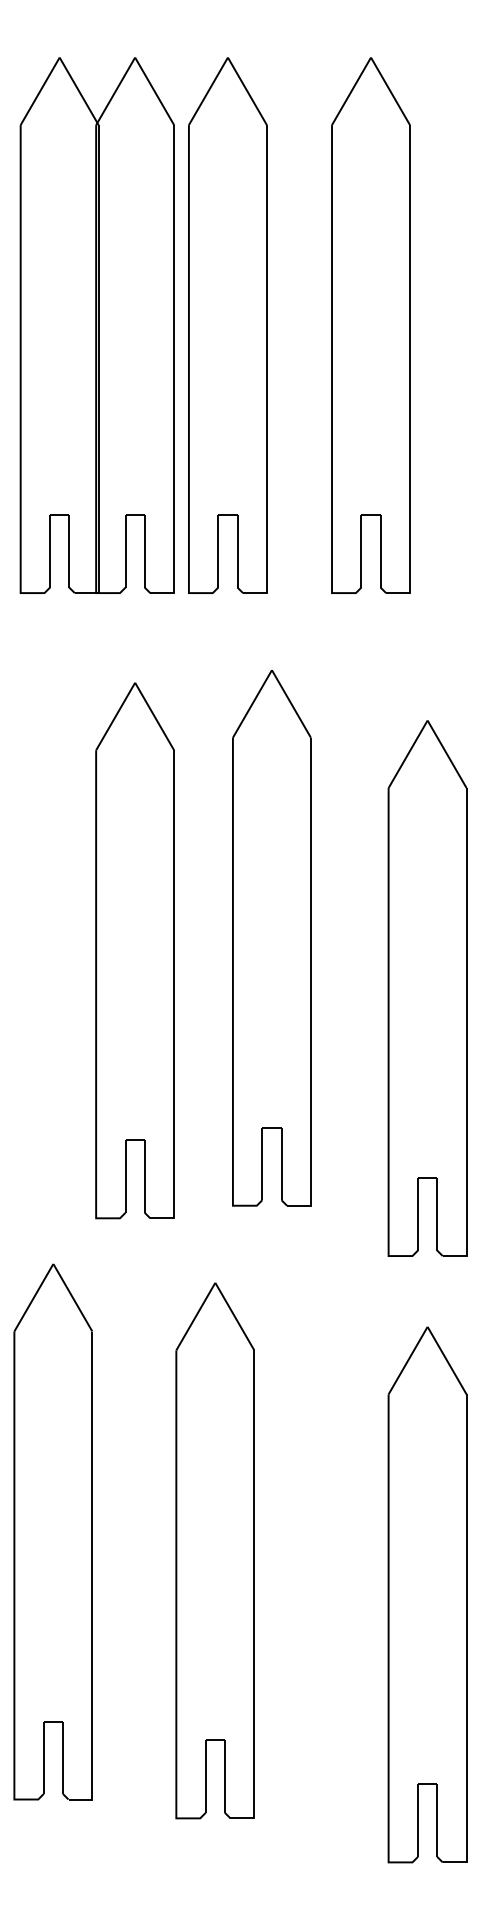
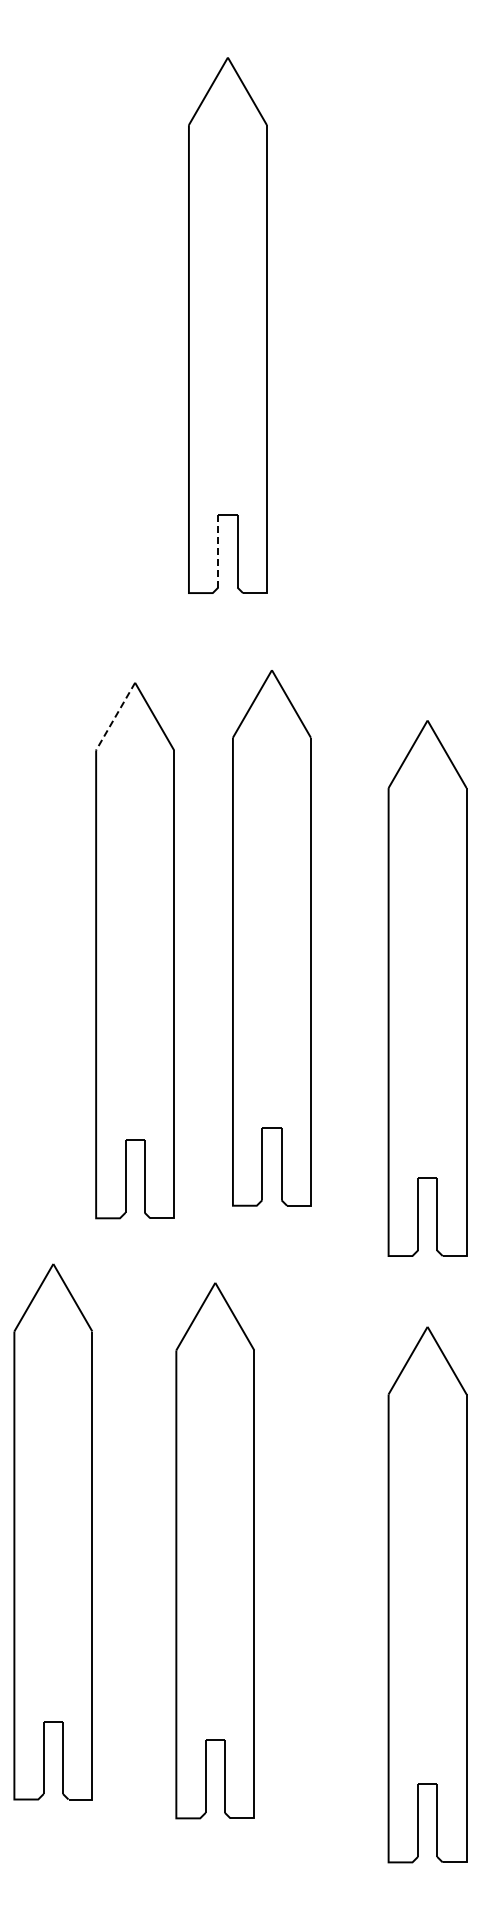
part at (96, 325): present -> none
part at (370, 325): present -> none
line at (218, 550): solid -> dashed
line at (115, 716): solid -> dashed
